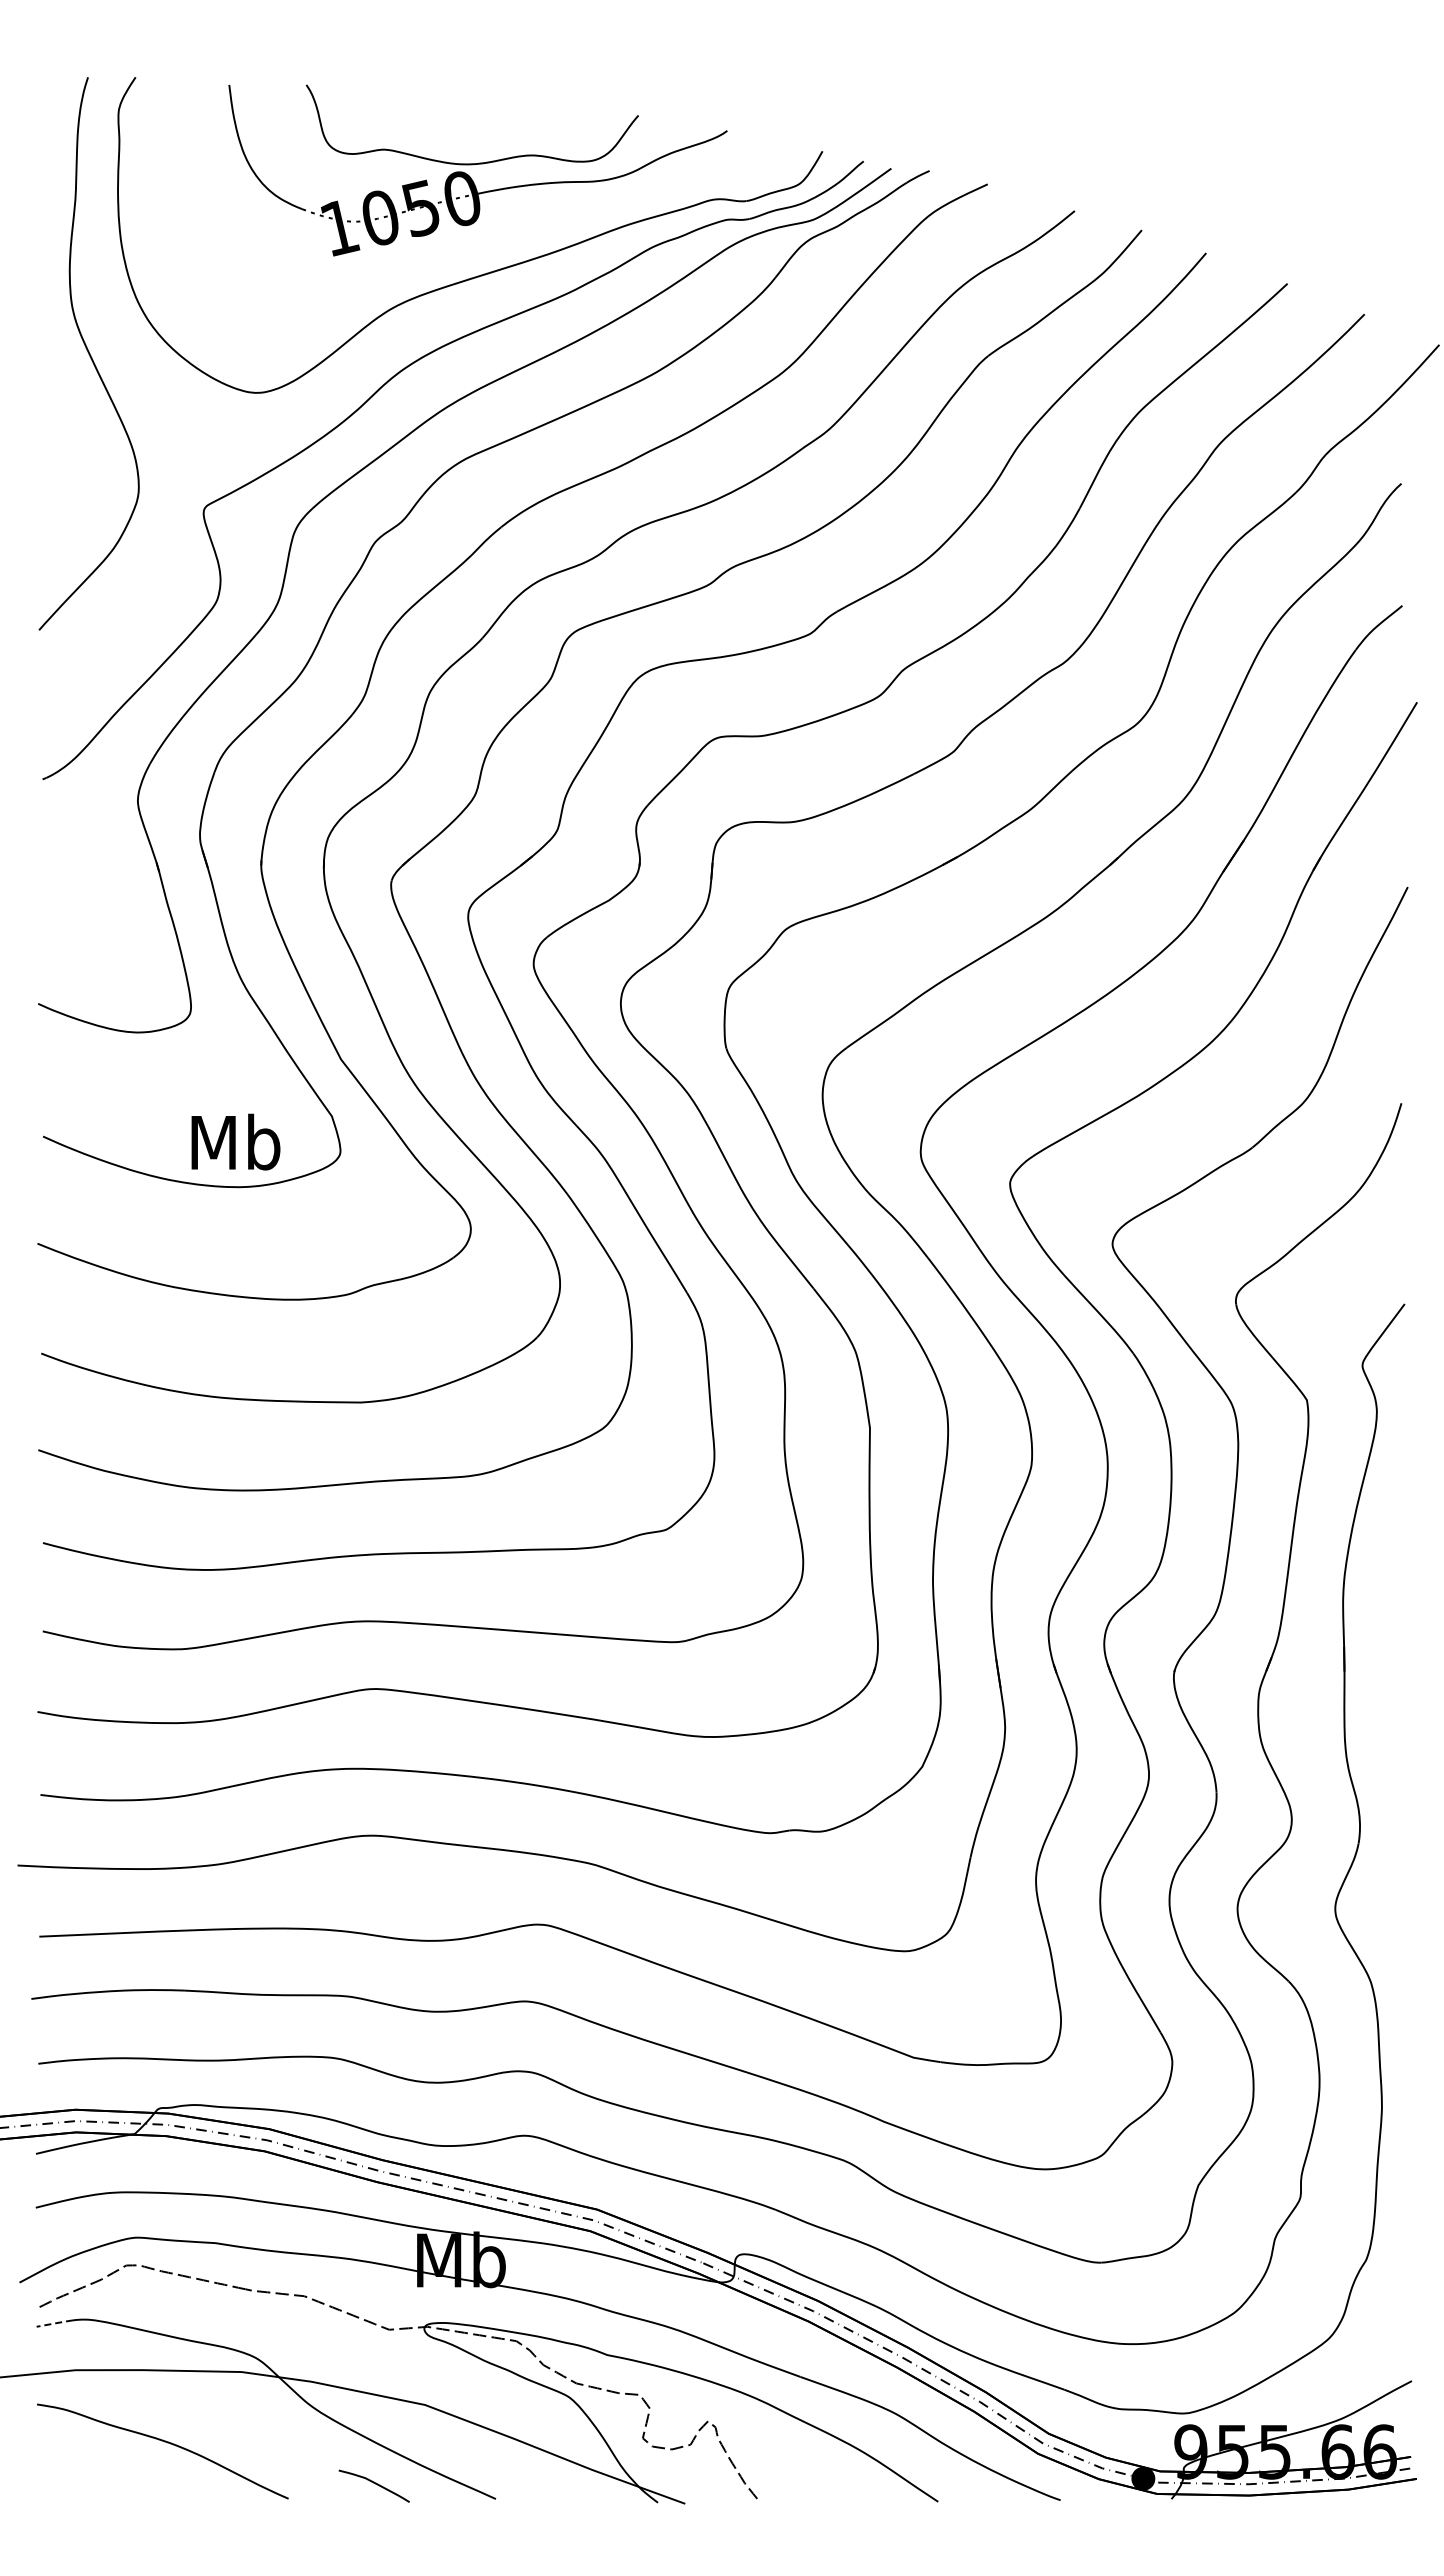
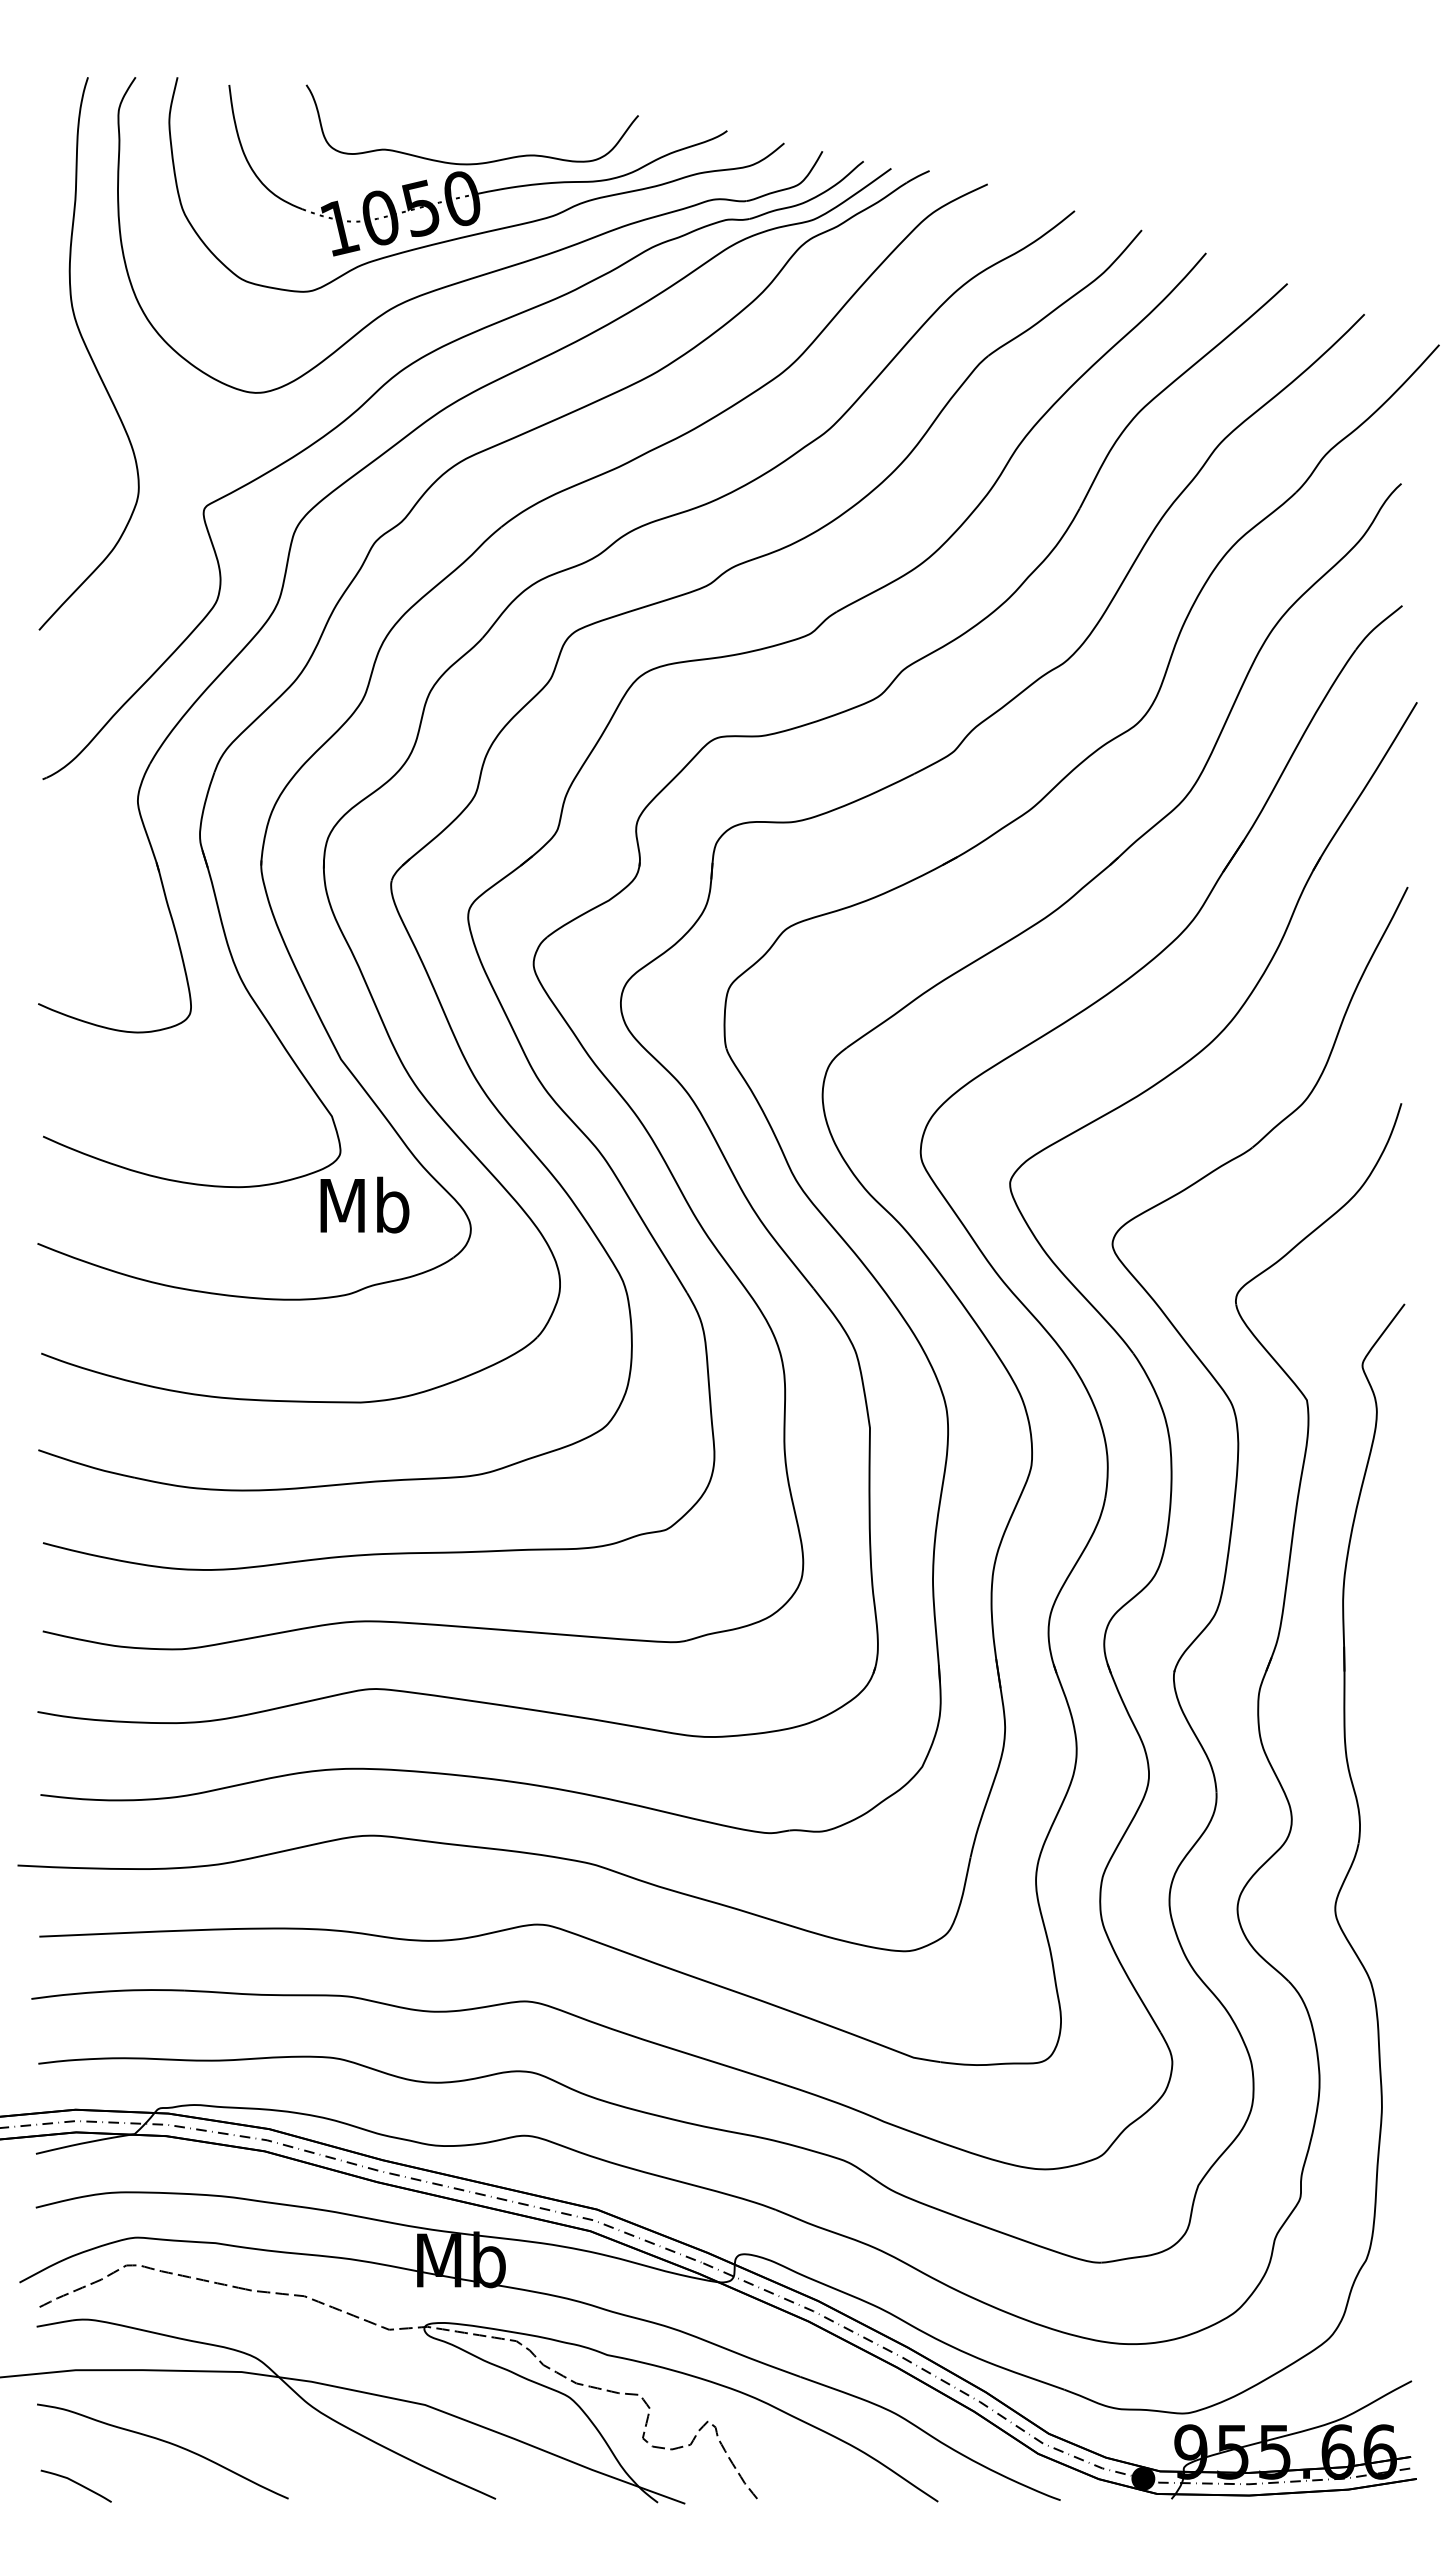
curve at (487, 230): none -> present
text at (235, 1141) position: (235, 1141) -> (364, 1204)
line at (55, 2323): dashed -> solid
curve at (373, 2483) position: (373, 2483) -> (75, 2483)
